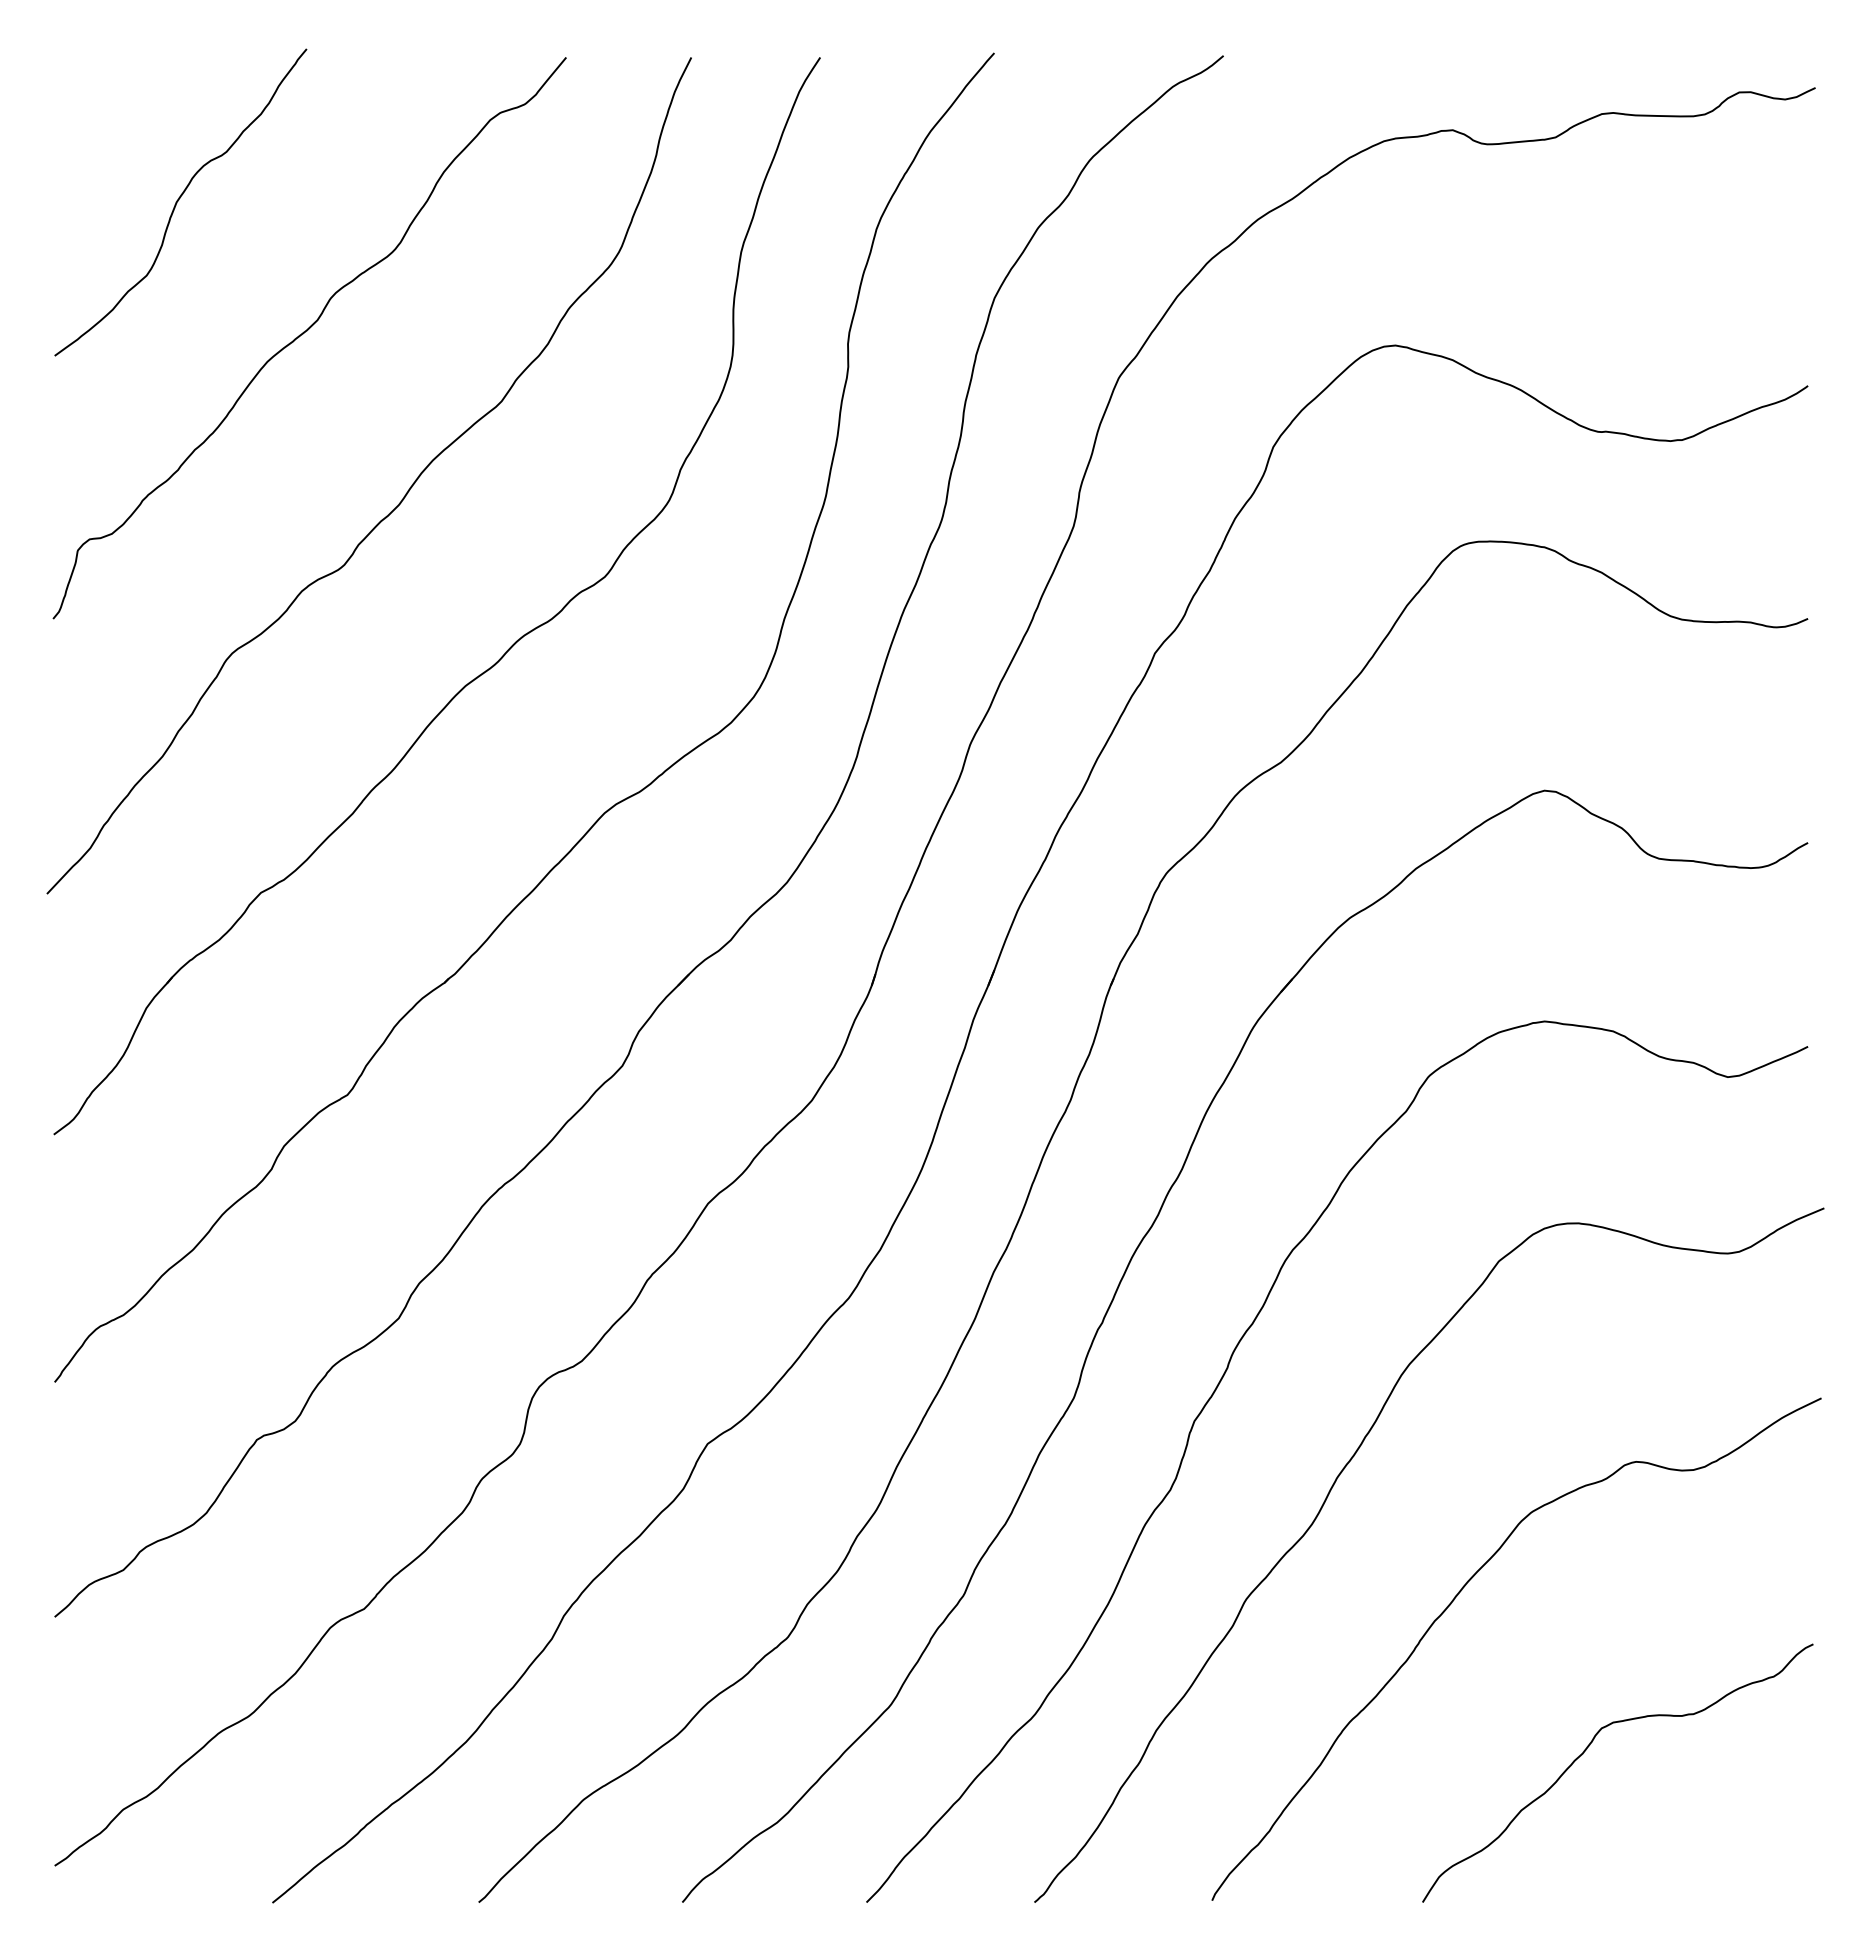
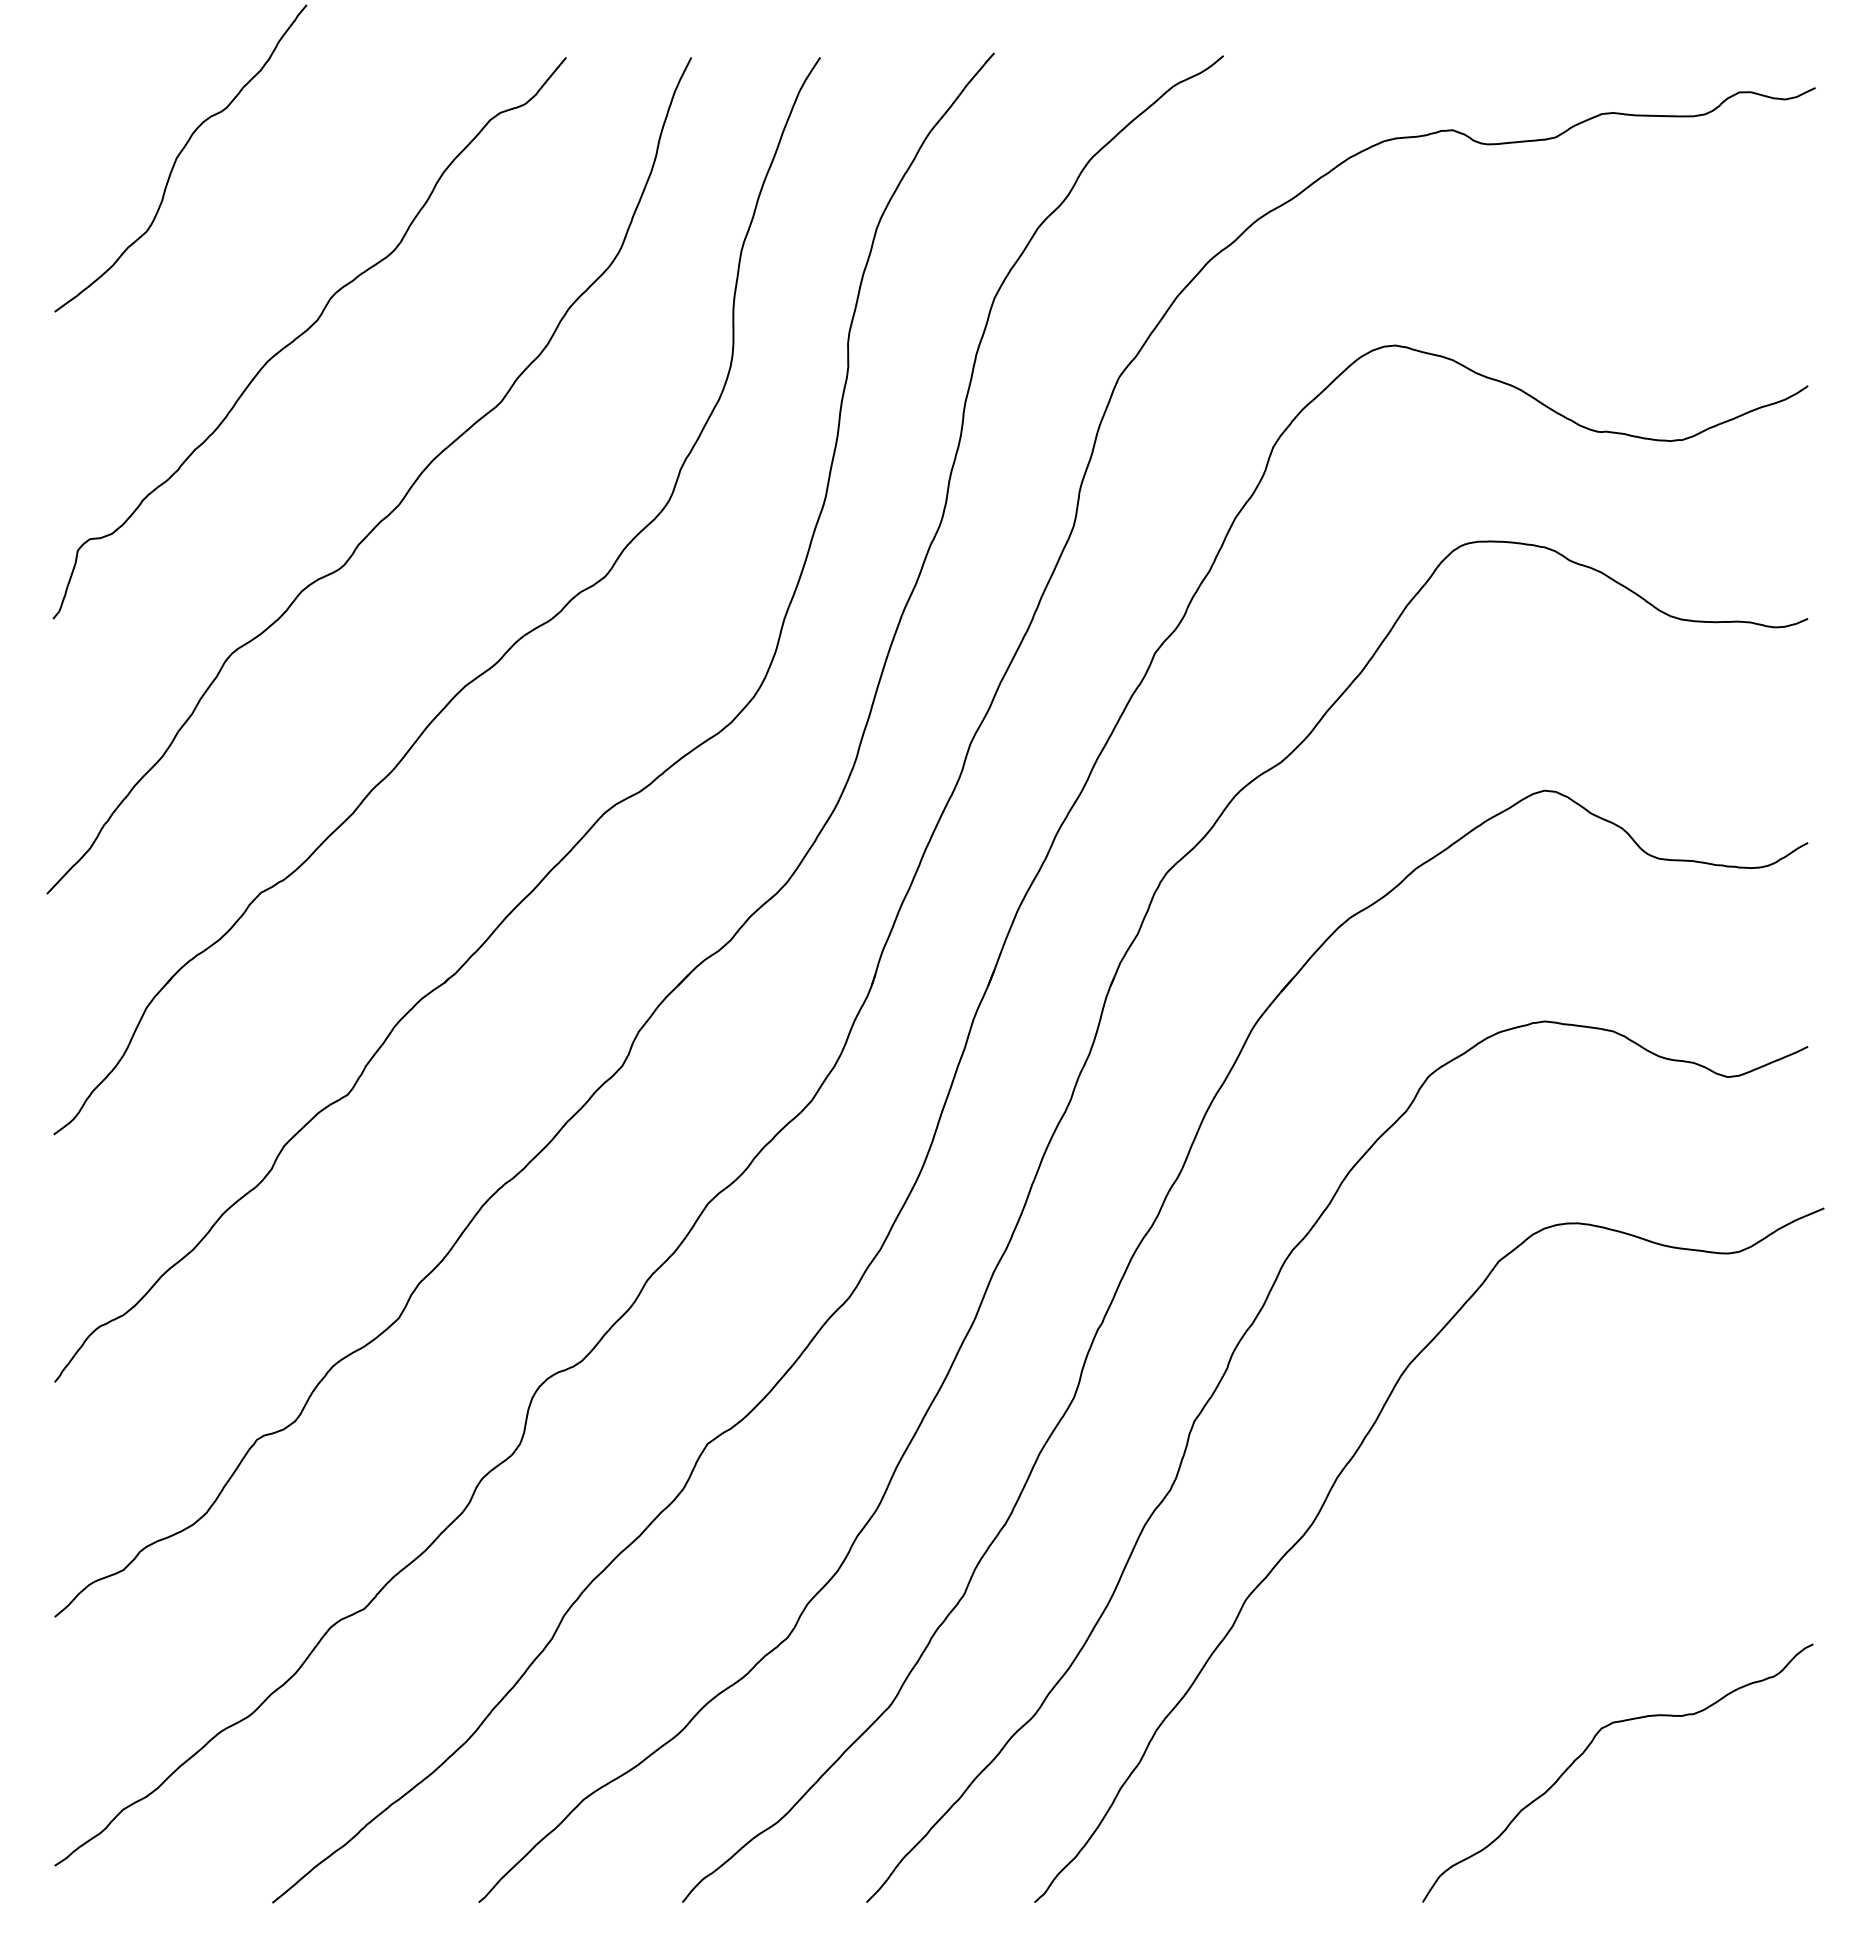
curve at (178, 201) position: (178, 201) -> (178, 157)
curve at (1454, 1600): present -> none
